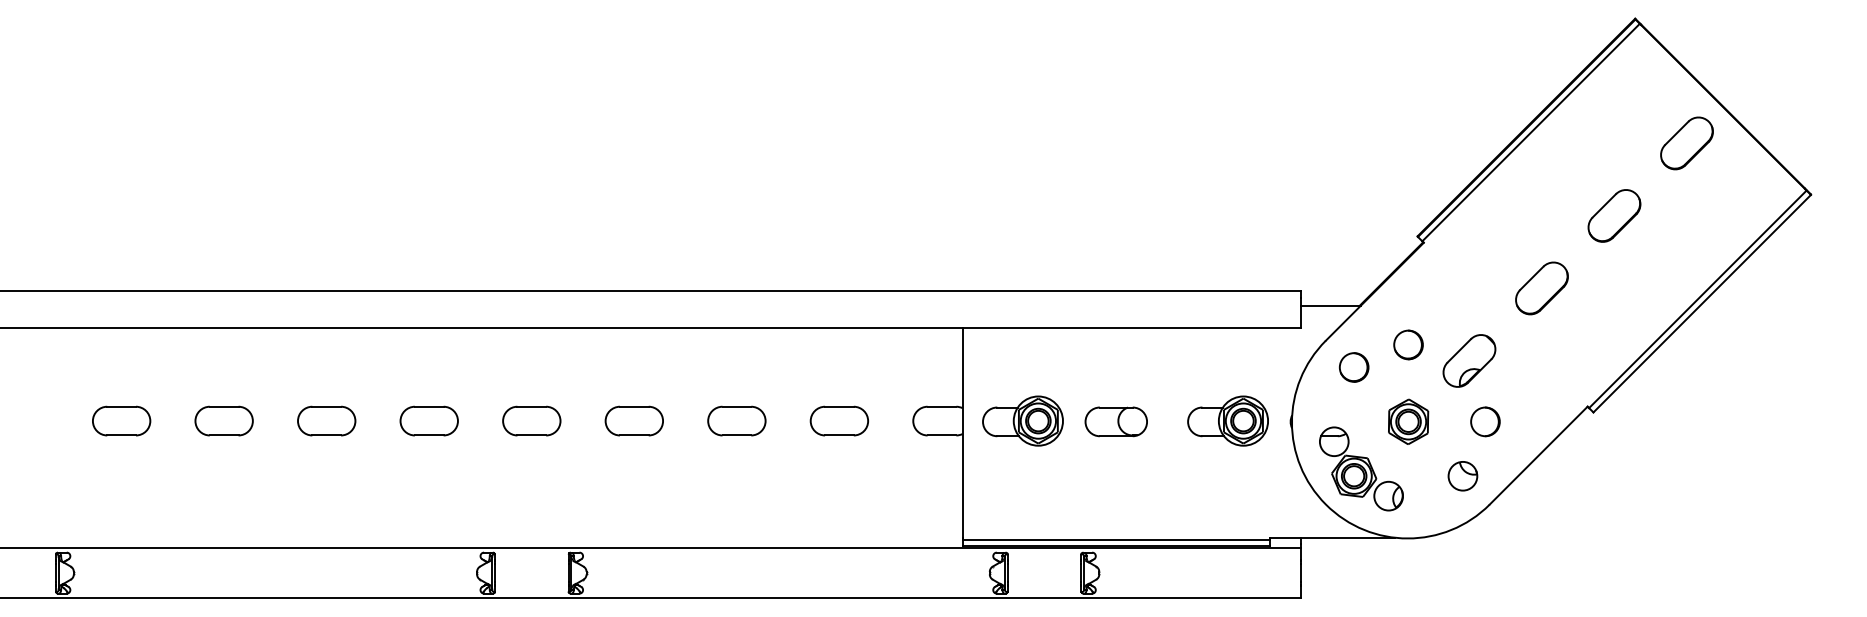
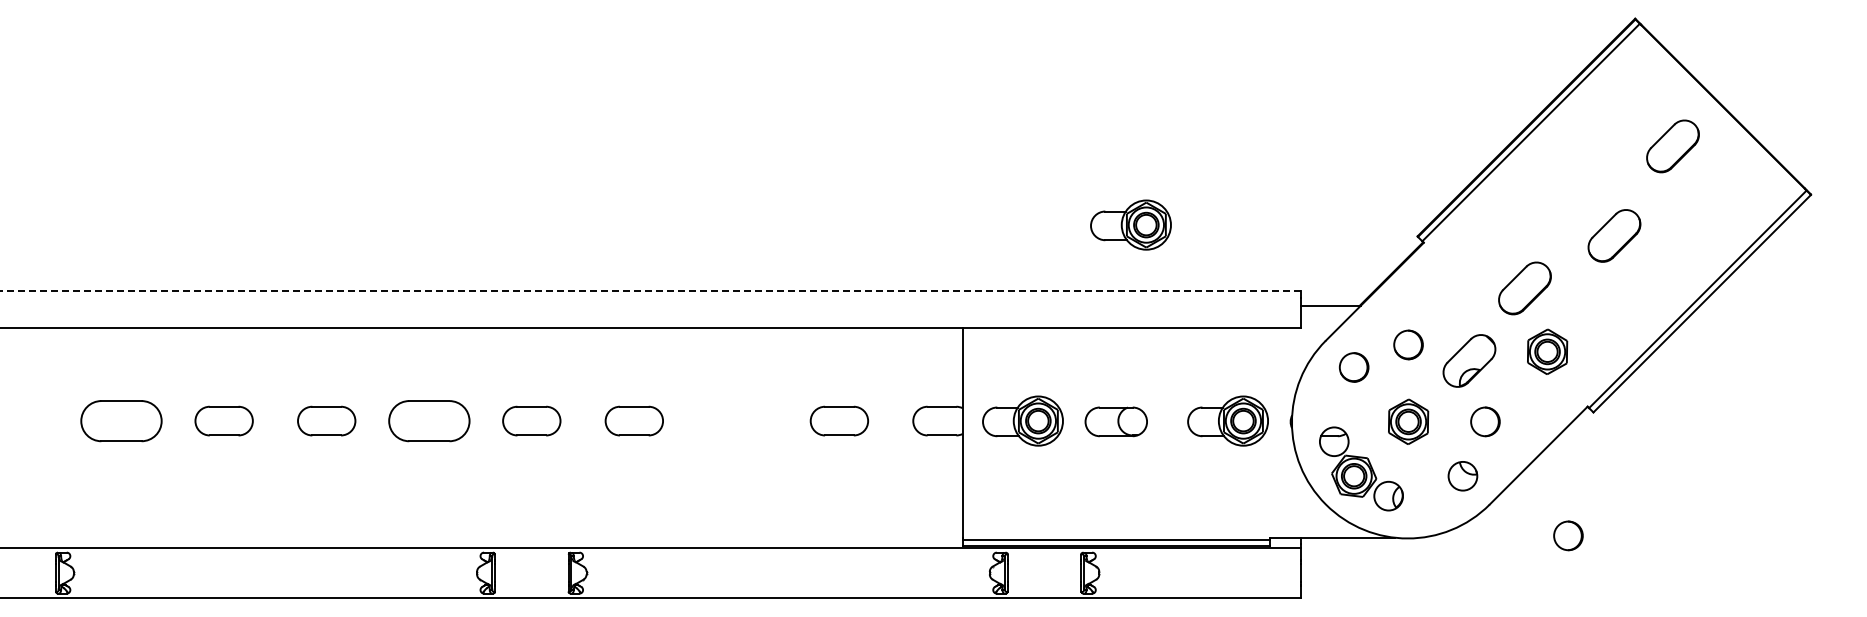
part at (1686, 143) position: (1686, 143) -> (1672, 146)
part at (1614, 215) position: (1614, 215) -> (1614, 235)
part at (1130, 224): none -> present
part at (1541, 288) position: (1541, 288) -> (1524, 288)
line at (650, 290): solid -> dashed
part at (1547, 351): none -> present
part at (121, 420) size: 60x32 px -> 83x43 px
part at (428, 420) size: 60x32 px -> 83x43 px
part at (736, 420): present -> none
part at (1568, 535): none -> present
